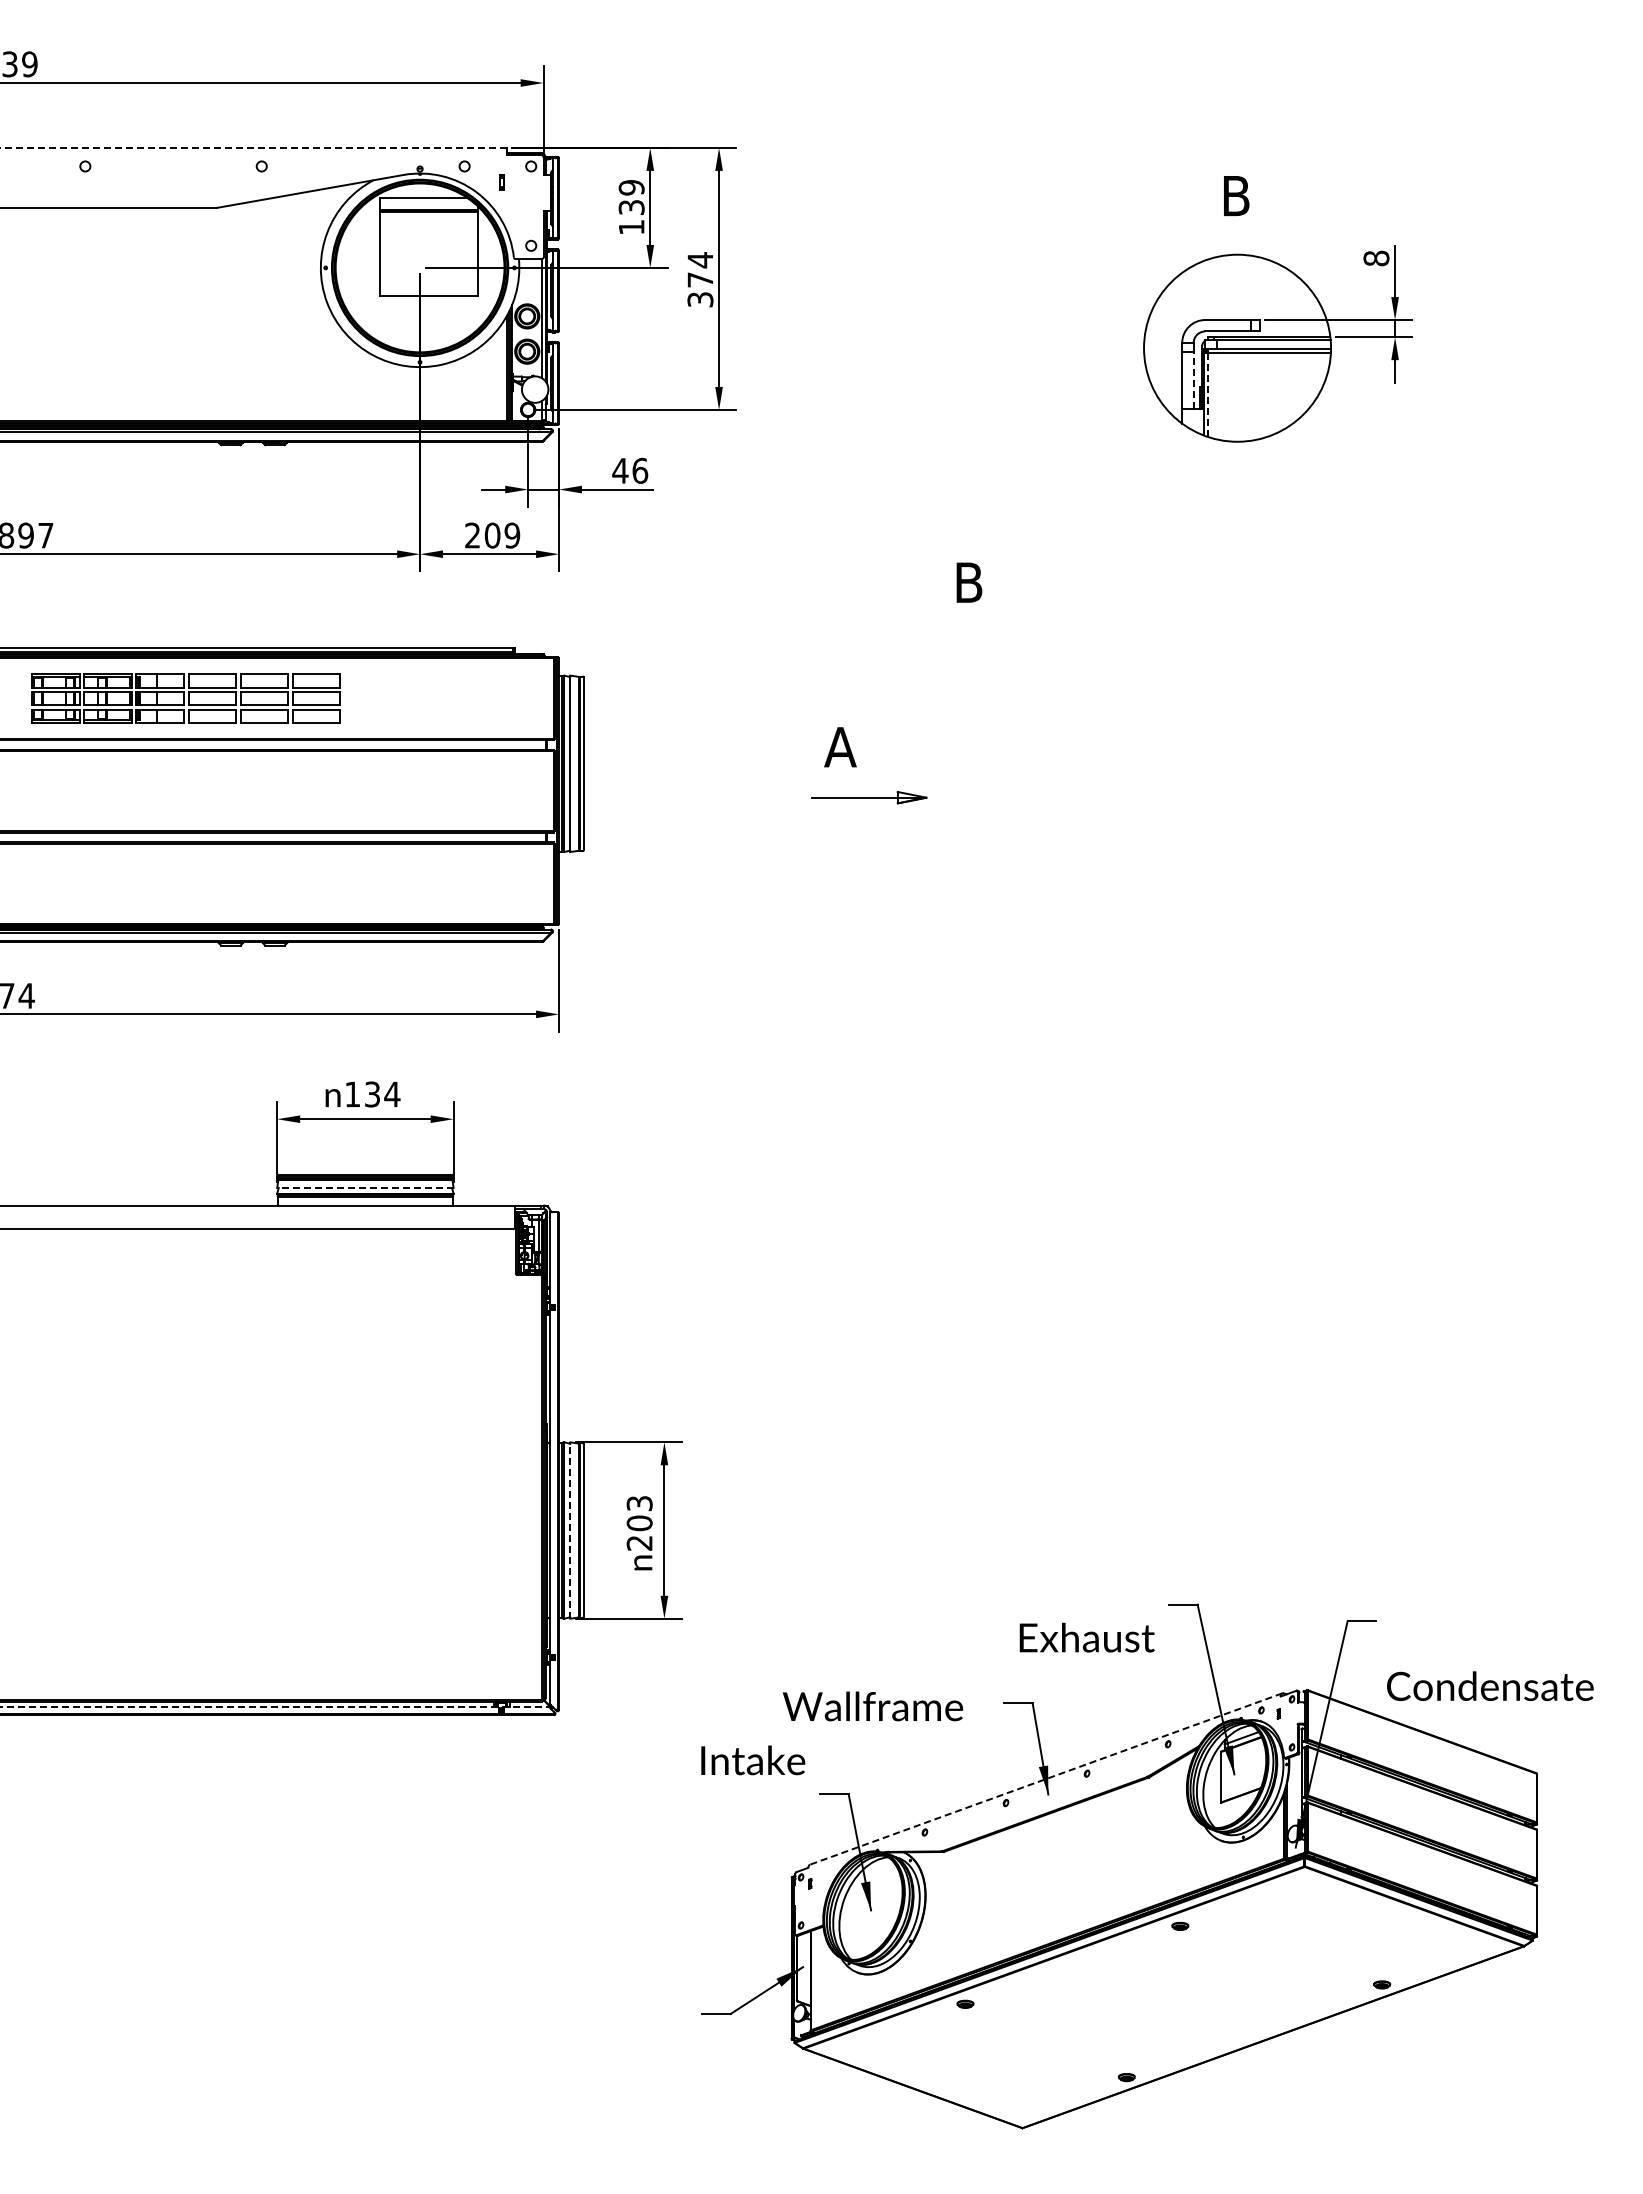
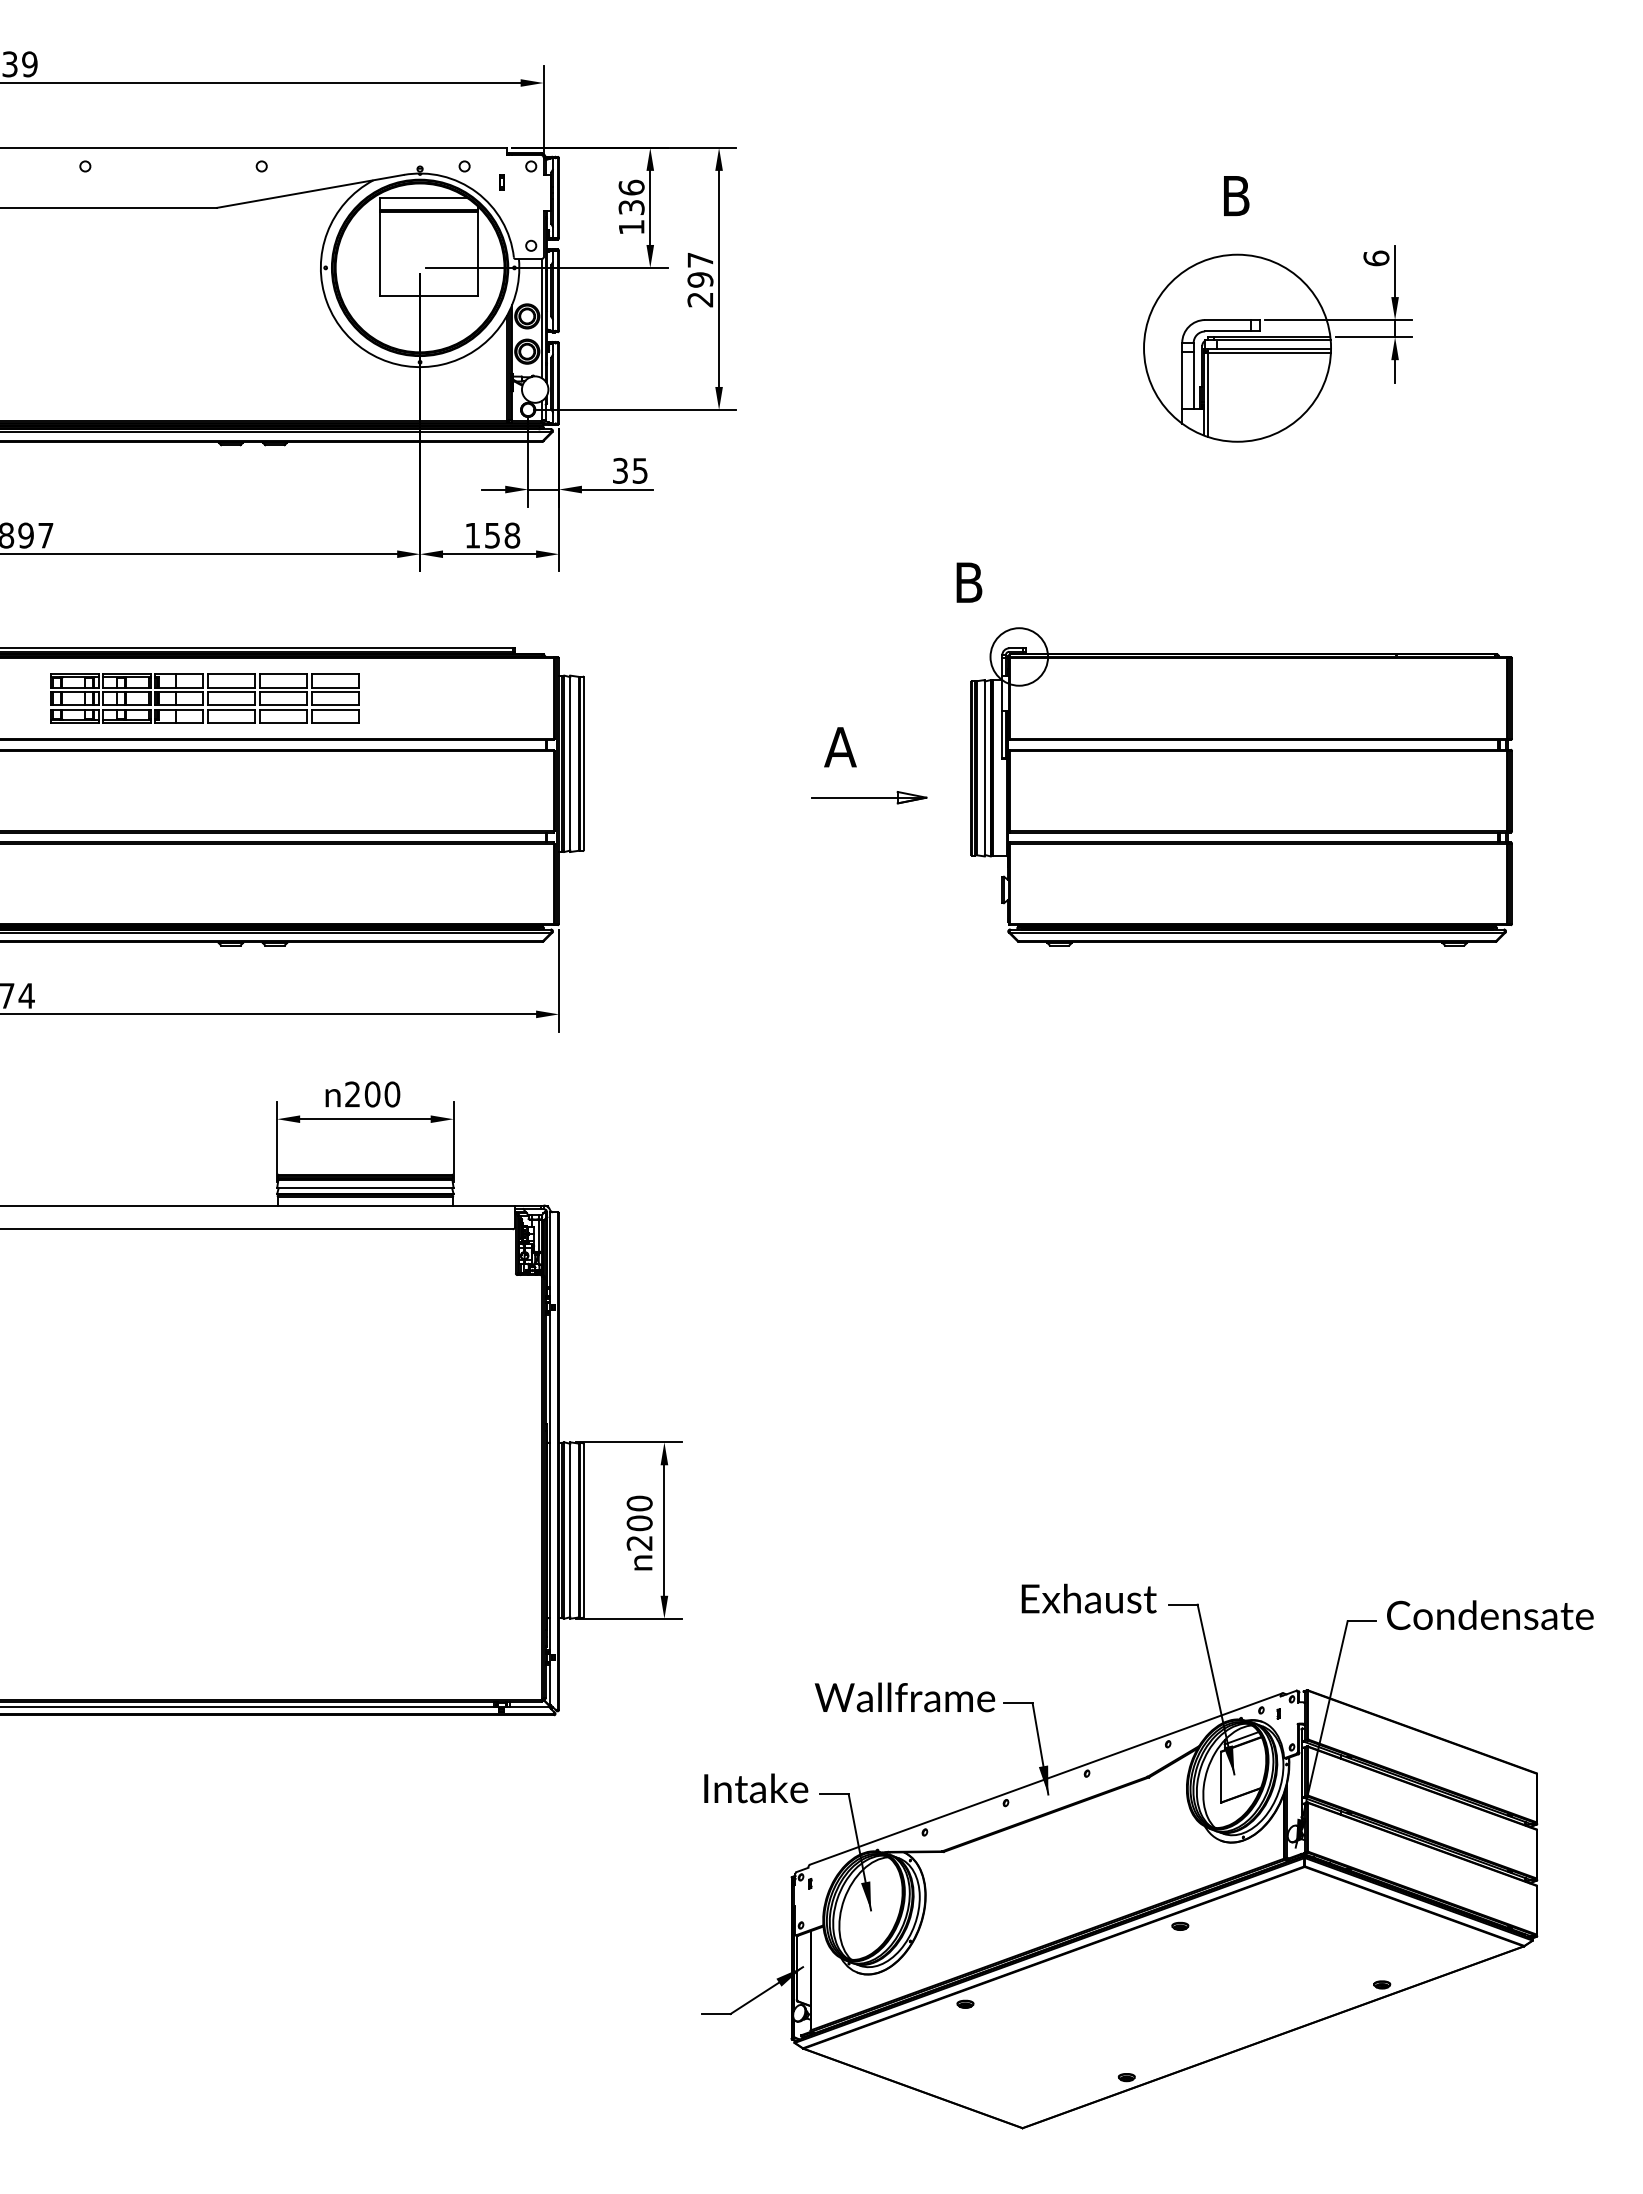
line at (253, 147): dashed -> solid
text at (631, 187): 139 -> 136
text at (1376, 258): 8 -> 6
text at (700, 279): 374 -> 297
line at (1193, 380): dashed -> solid
line at (1208, 394): dashed -> solid
text at (630, 470): 46 -> 35
text at (492, 535): 209 -> 158
part at (185, 698) position: (185, 698) -> (204, 698)
part at (1241, 786): none -> present
text at (372, 1094): 134 -> 200
line at (364, 1188): dashed -> solid
text at (639, 1503): 203 -> 200
line at (570, 1530): dashed -> solid
text at (1086, 1637) position: (1086, 1637) -> (1088, 1598)
text at (1490, 1685) position: (1490, 1685) -> (1490, 1614)
line at (274, 1706): dashed -> solid
text at (872, 1706) position: (872, 1706) -> (904, 1697)
text at (753, 1760) position: (753, 1760) -> (756, 1788)
line at (1045, 1779): dashed -> solid
